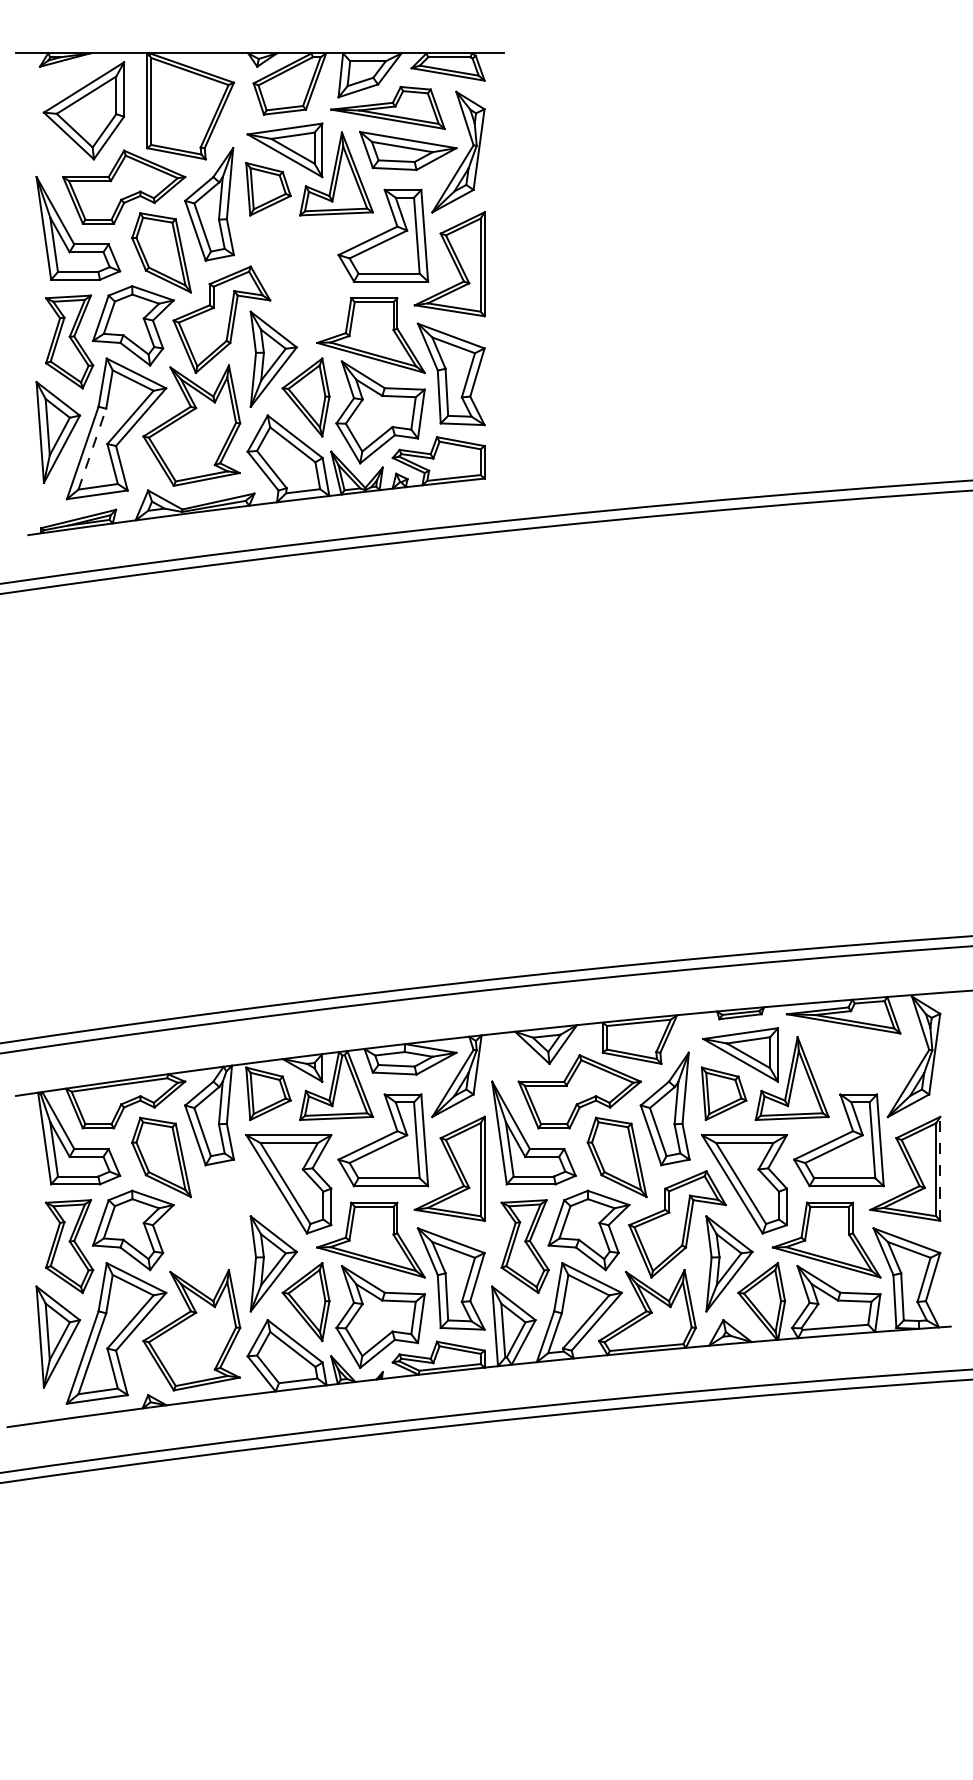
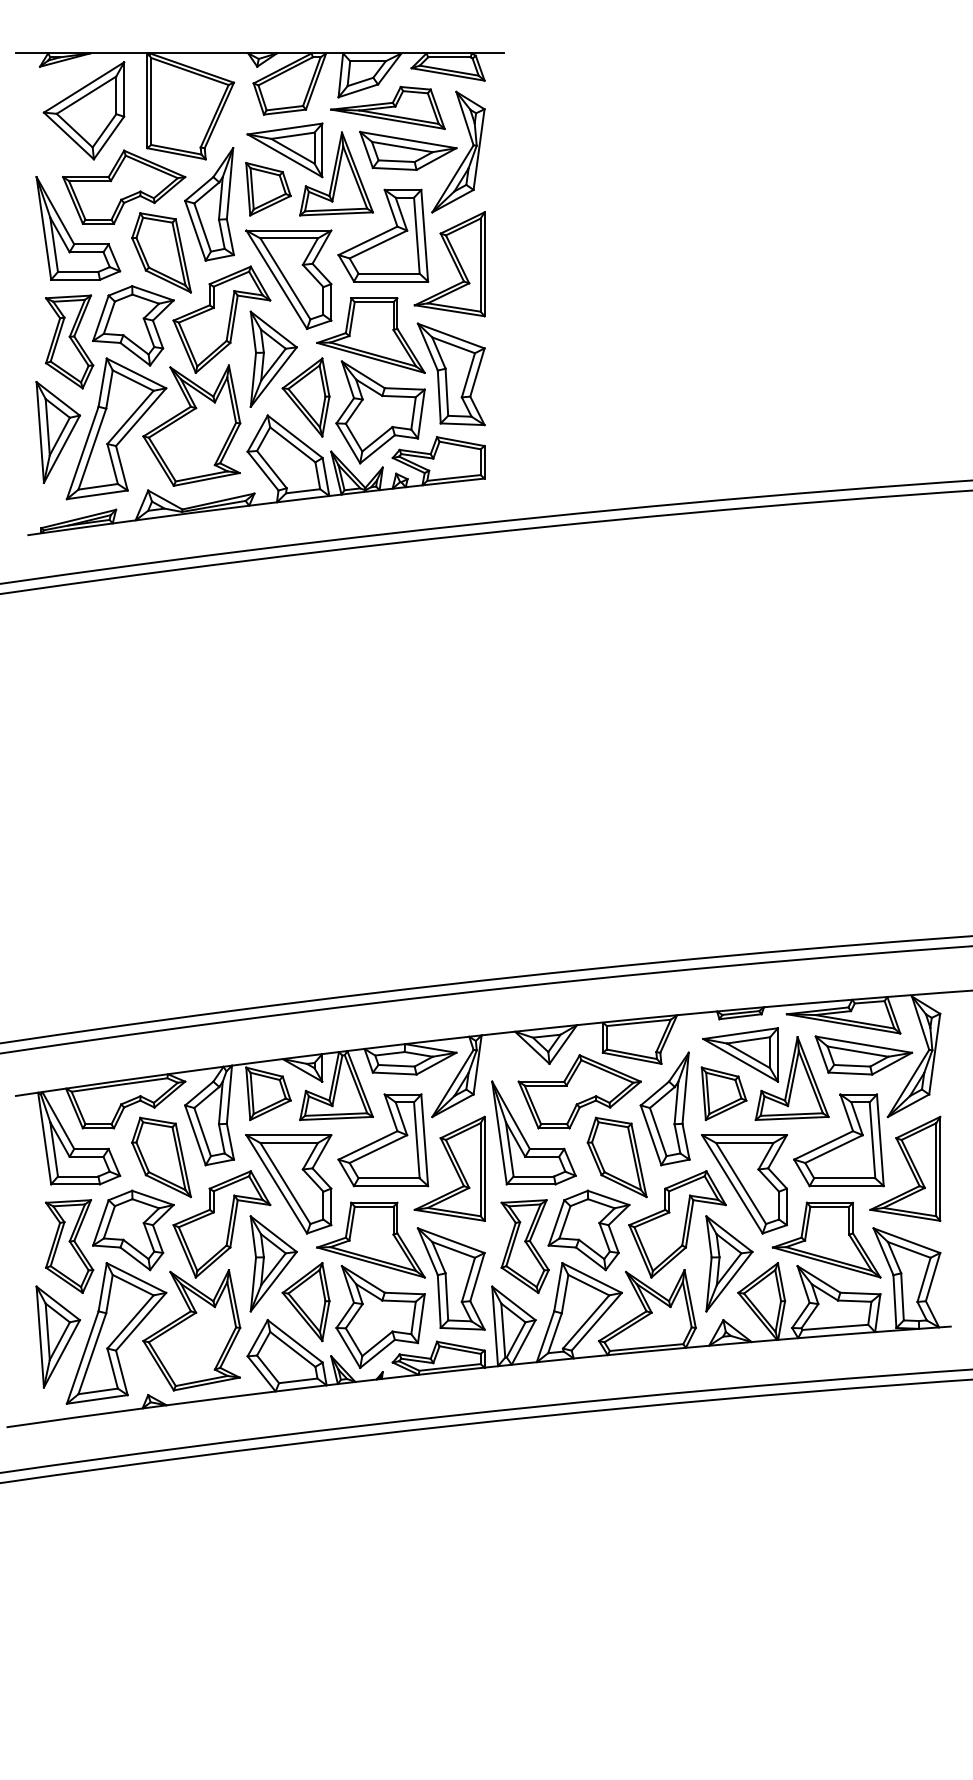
part at (288, 279): none -> present
line at (92, 449): dashed -> solid
part at (863, 1055): none -> present
line at (940, 1168): dashed -> solid
part at (221, 1224): none -> present
